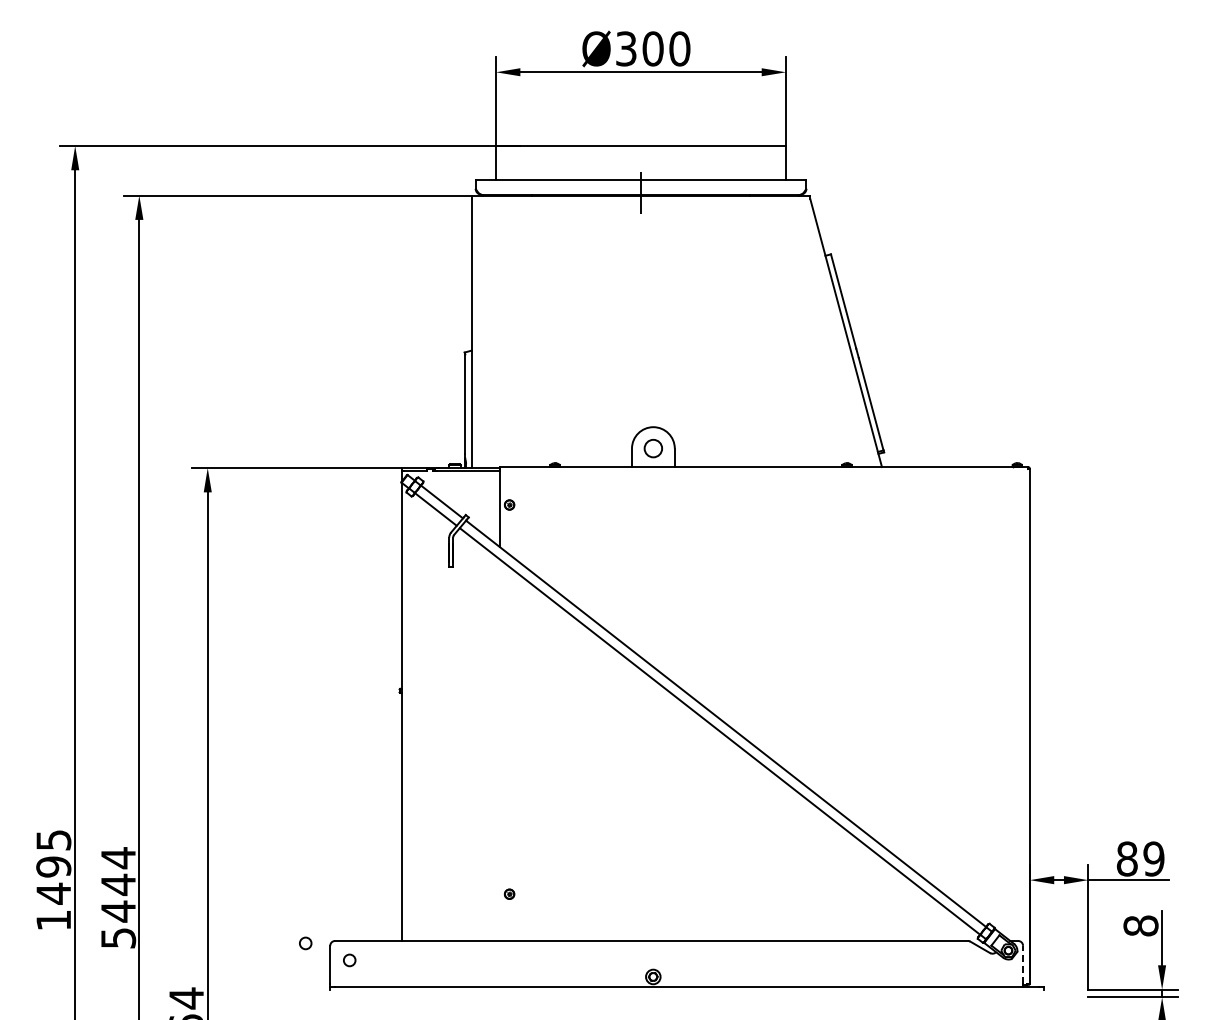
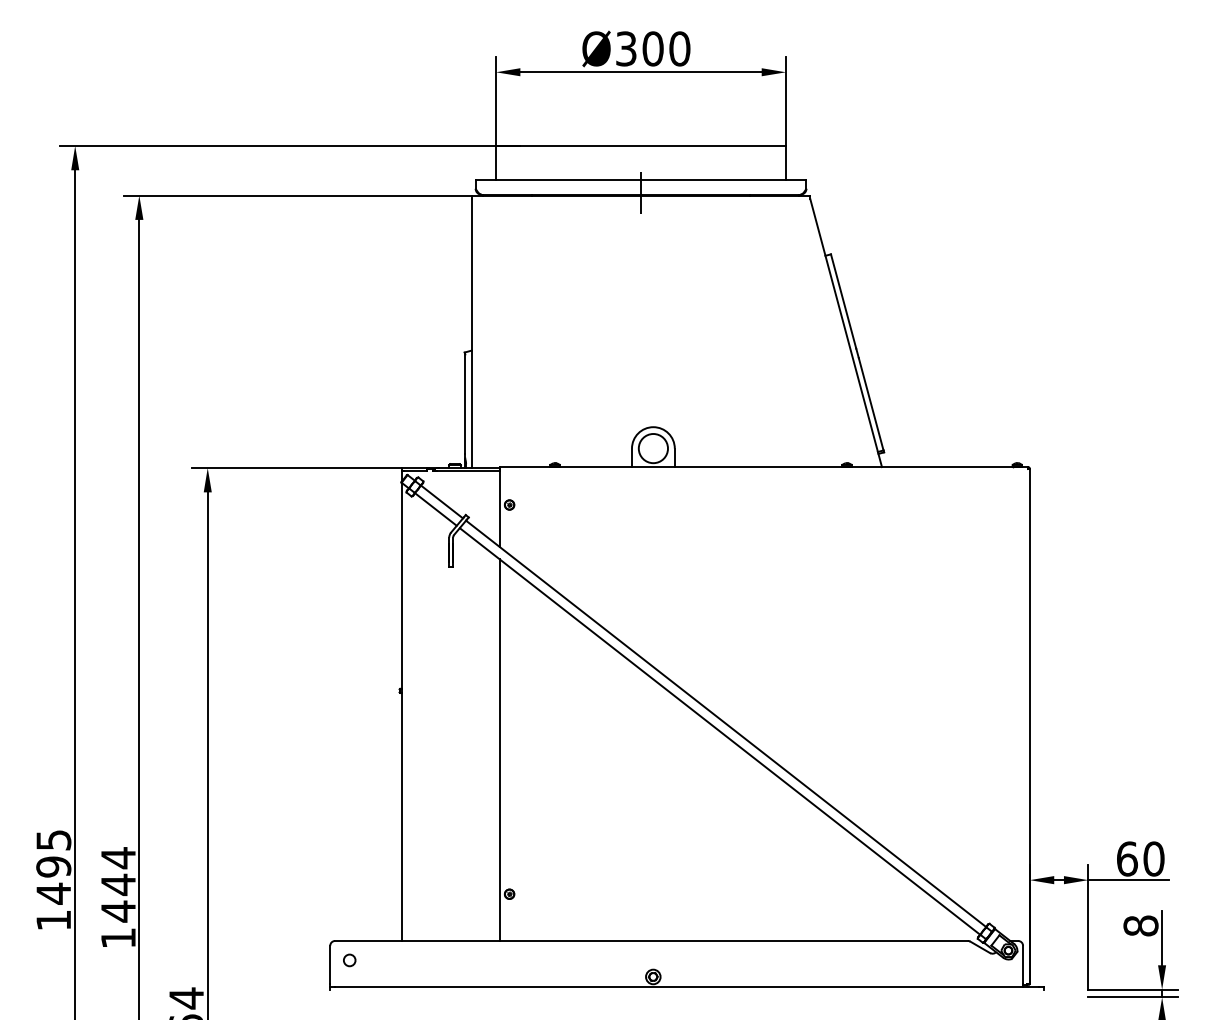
circle at (653, 448) diameter: 18 px -> 29 px
line at (499, 749): none -> present
text at (1140, 858): 89 -> 60
text at (118, 938): 5444 -> 1444
circle at (305, 943): present -> none
line at (1023, 964): dashed -> solid
